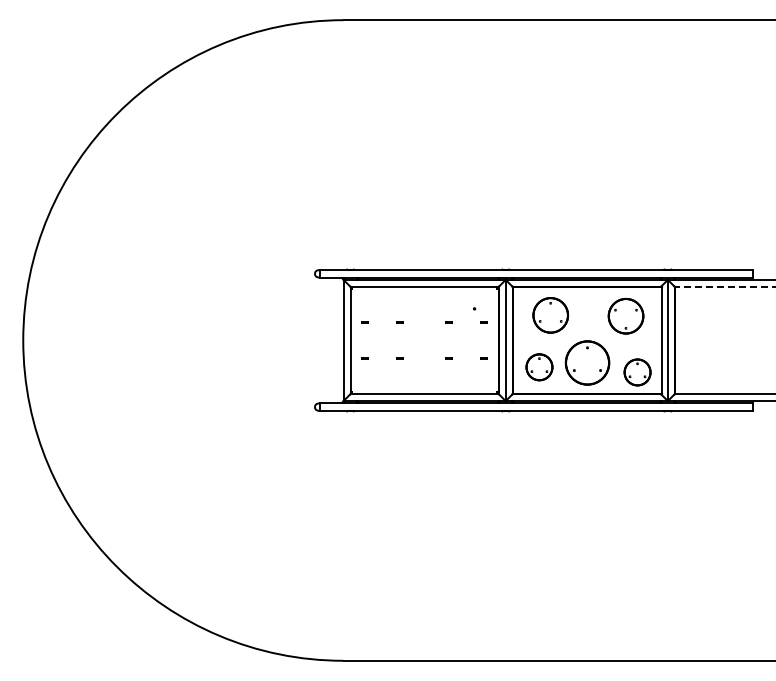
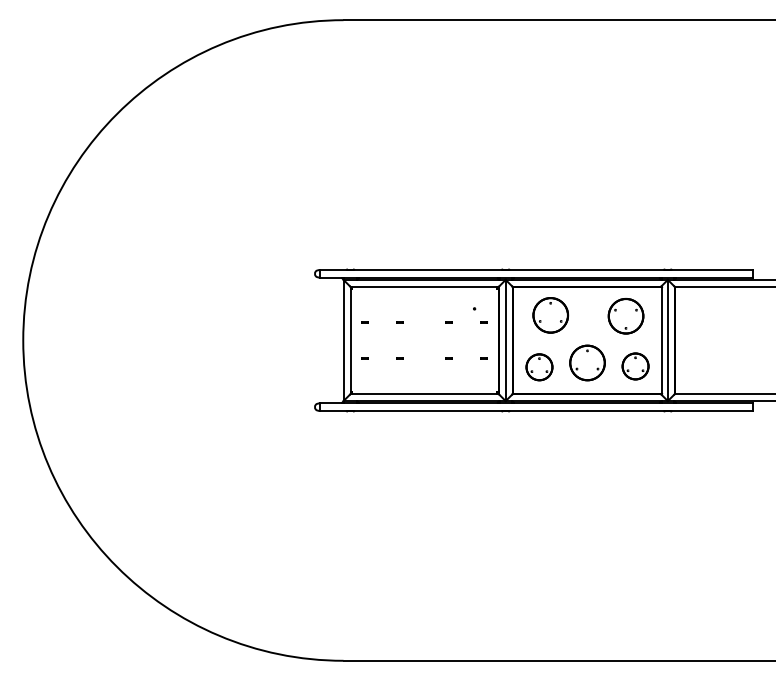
line at (724, 286): dashed -> solid
part at (587, 362) size: 47x46 px -> 37x38 px
part at (637, 372) position: (637, 372) -> (635, 366)
